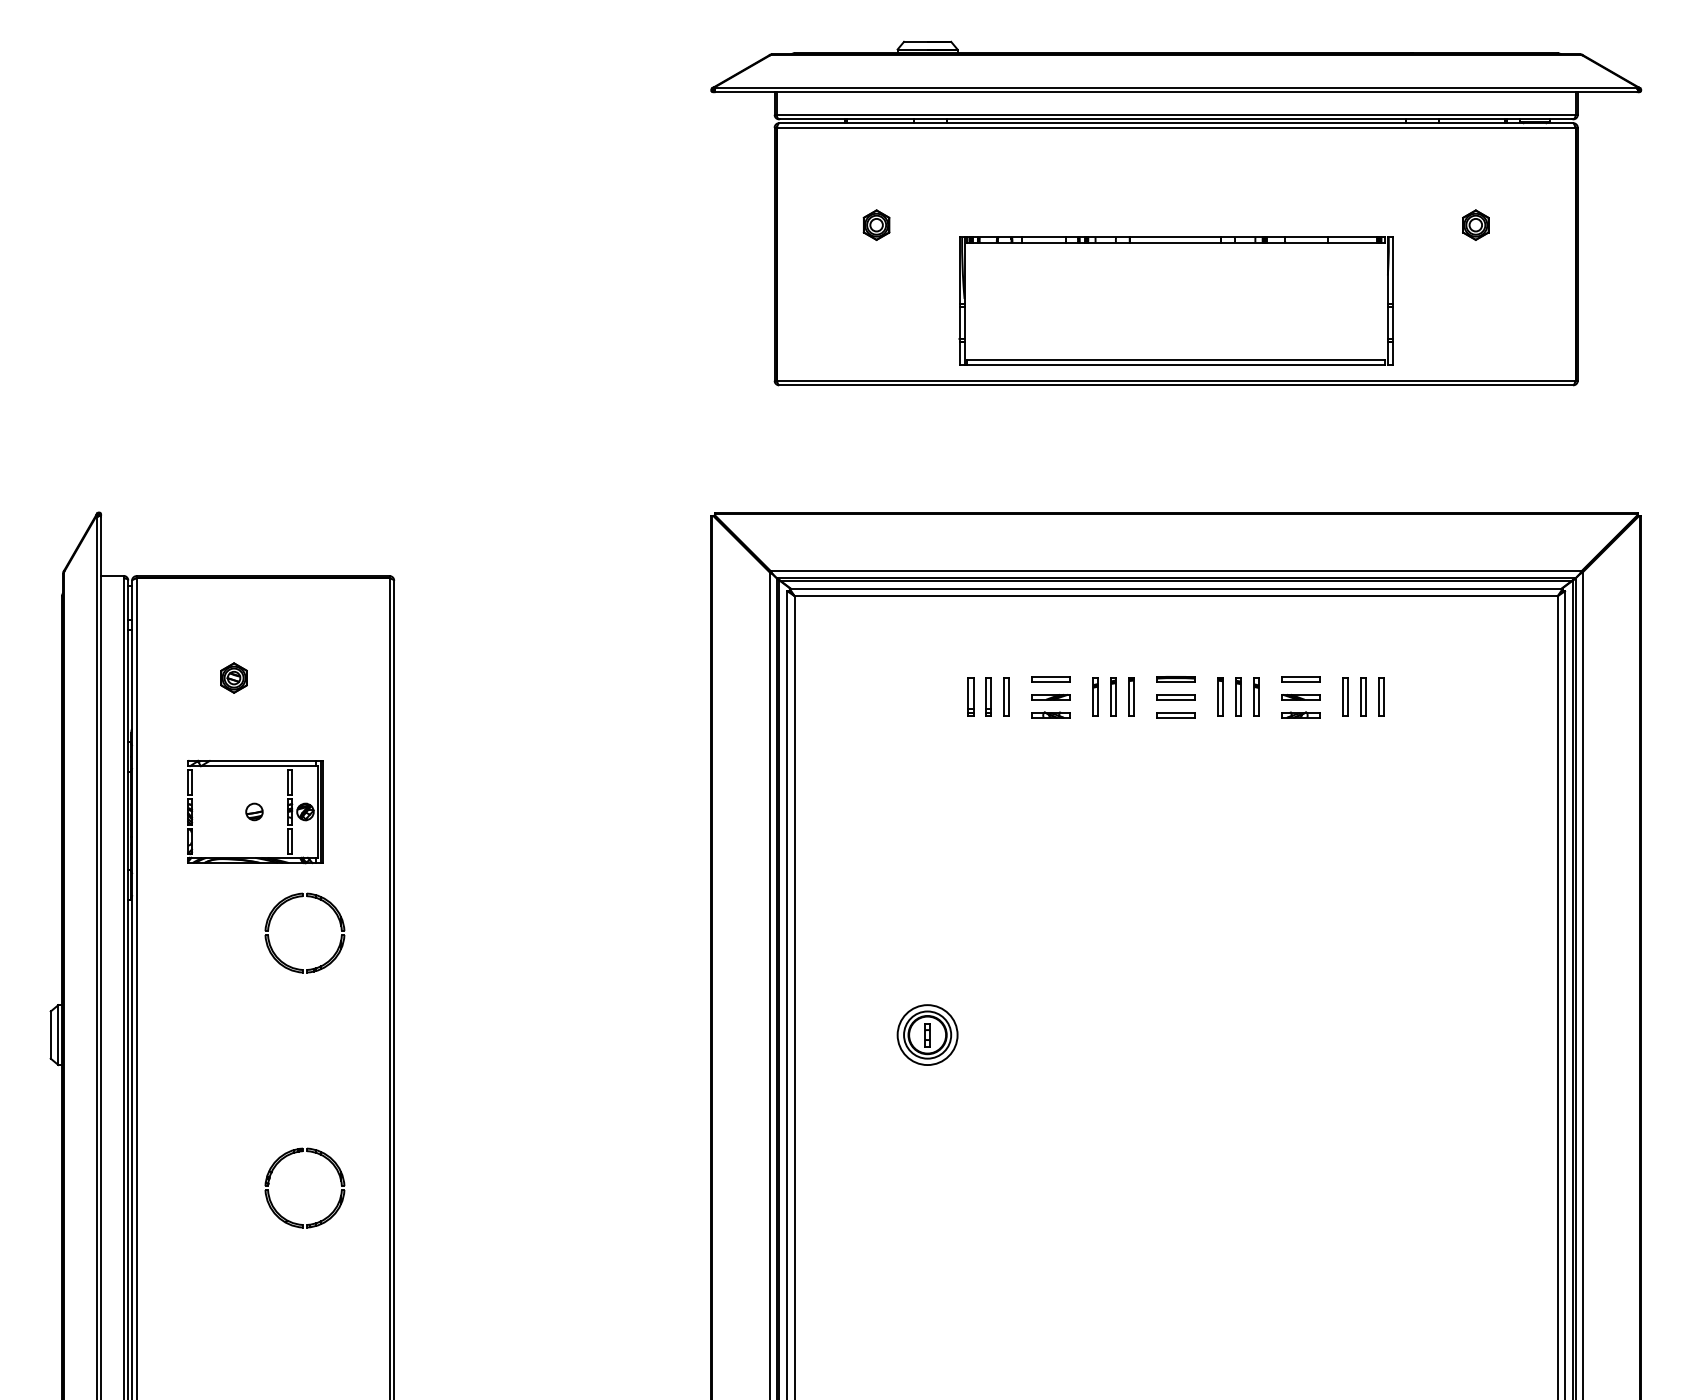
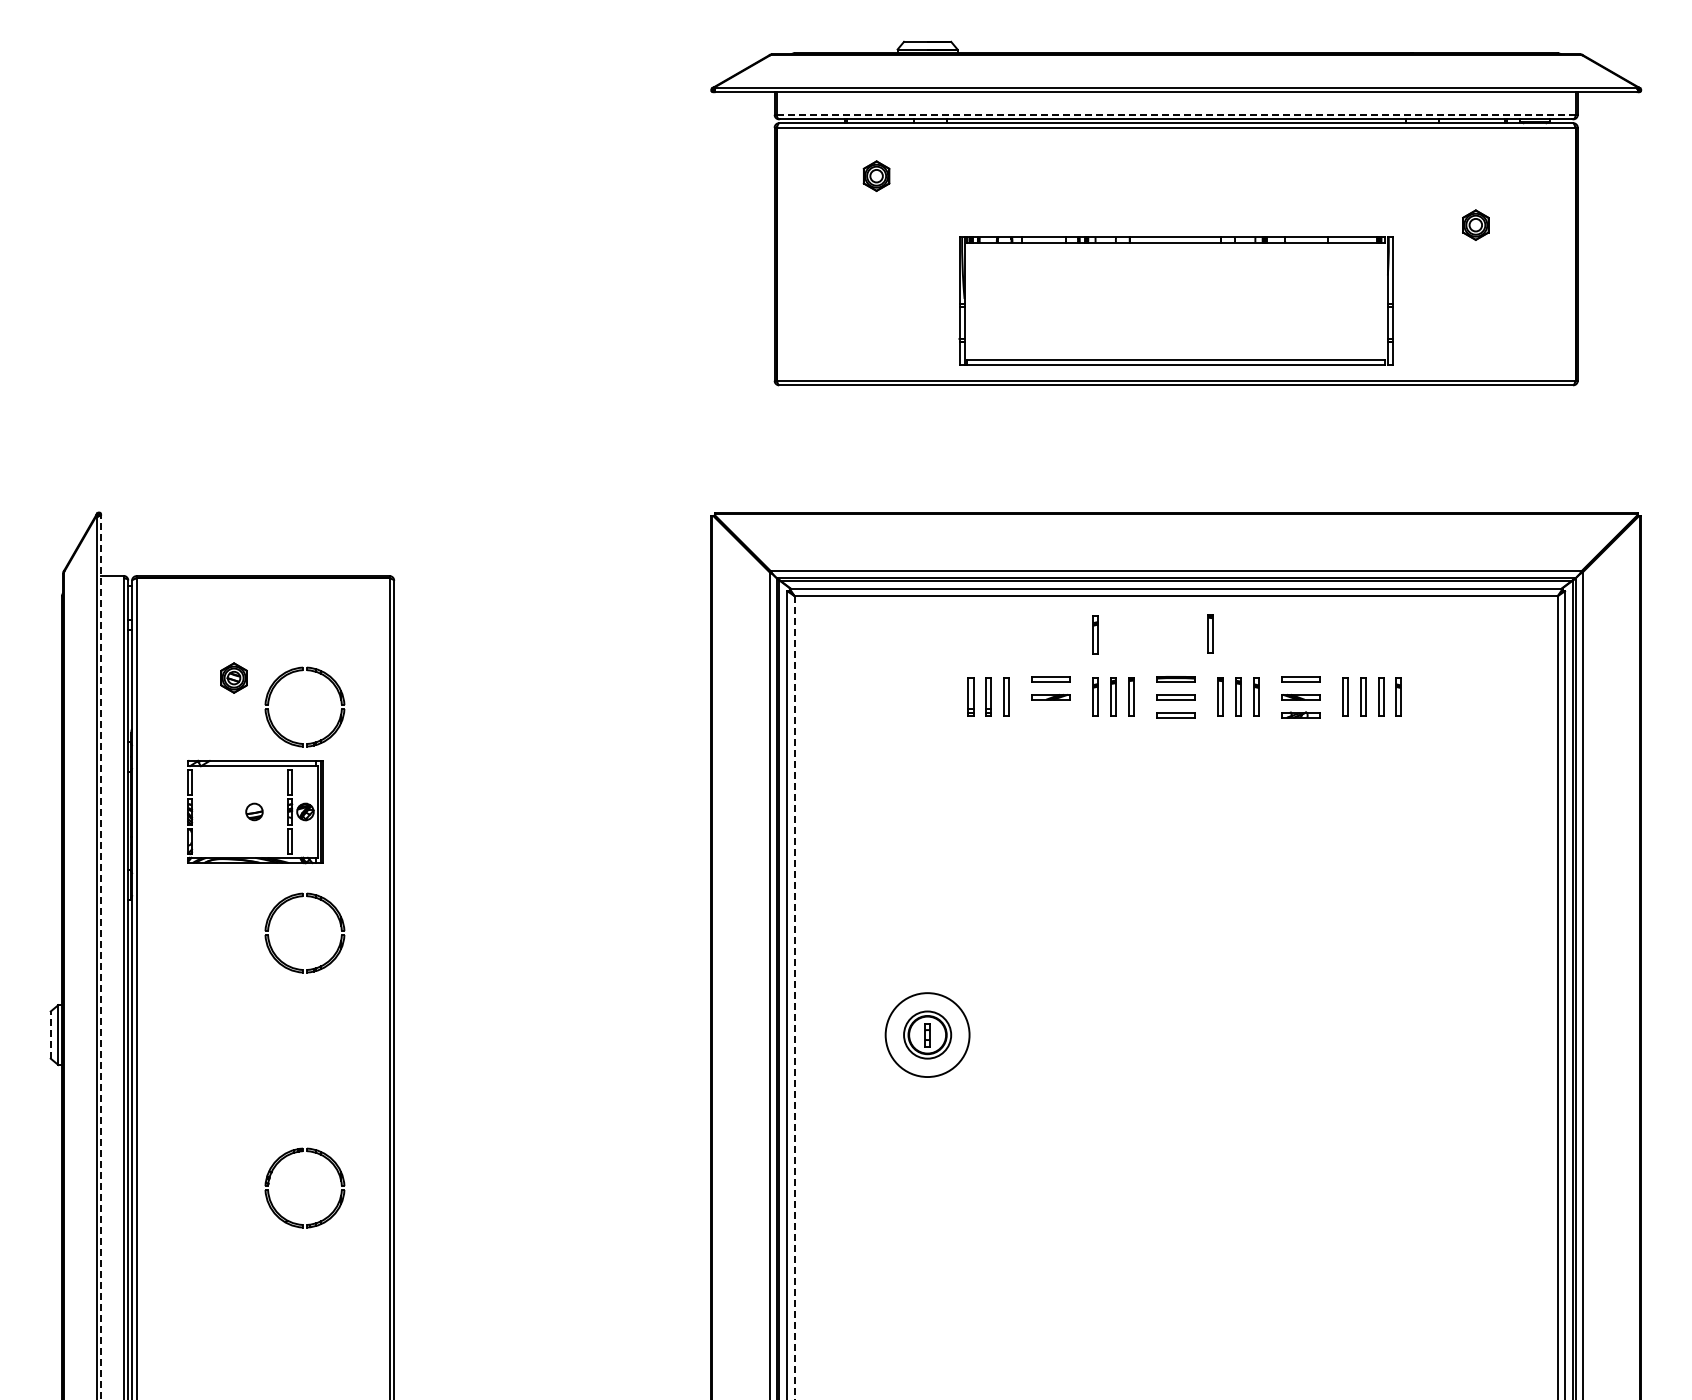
line at (1176, 114): solid -> dashed
part at (876, 224) position: (876, 224) -> (876, 175)
part at (1210, 633): none -> present
part at (1095, 634): none -> present
part at (288, 675): none -> present
part at (1398, 696): none -> present
part at (1050, 714): present -> none
line at (101, 958): solid -> dashed
line at (794, 998): solid -> dashed
line at (50, 1035): solid -> dashed
circle at (927, 1035) diameter: 60 px -> 84 px
